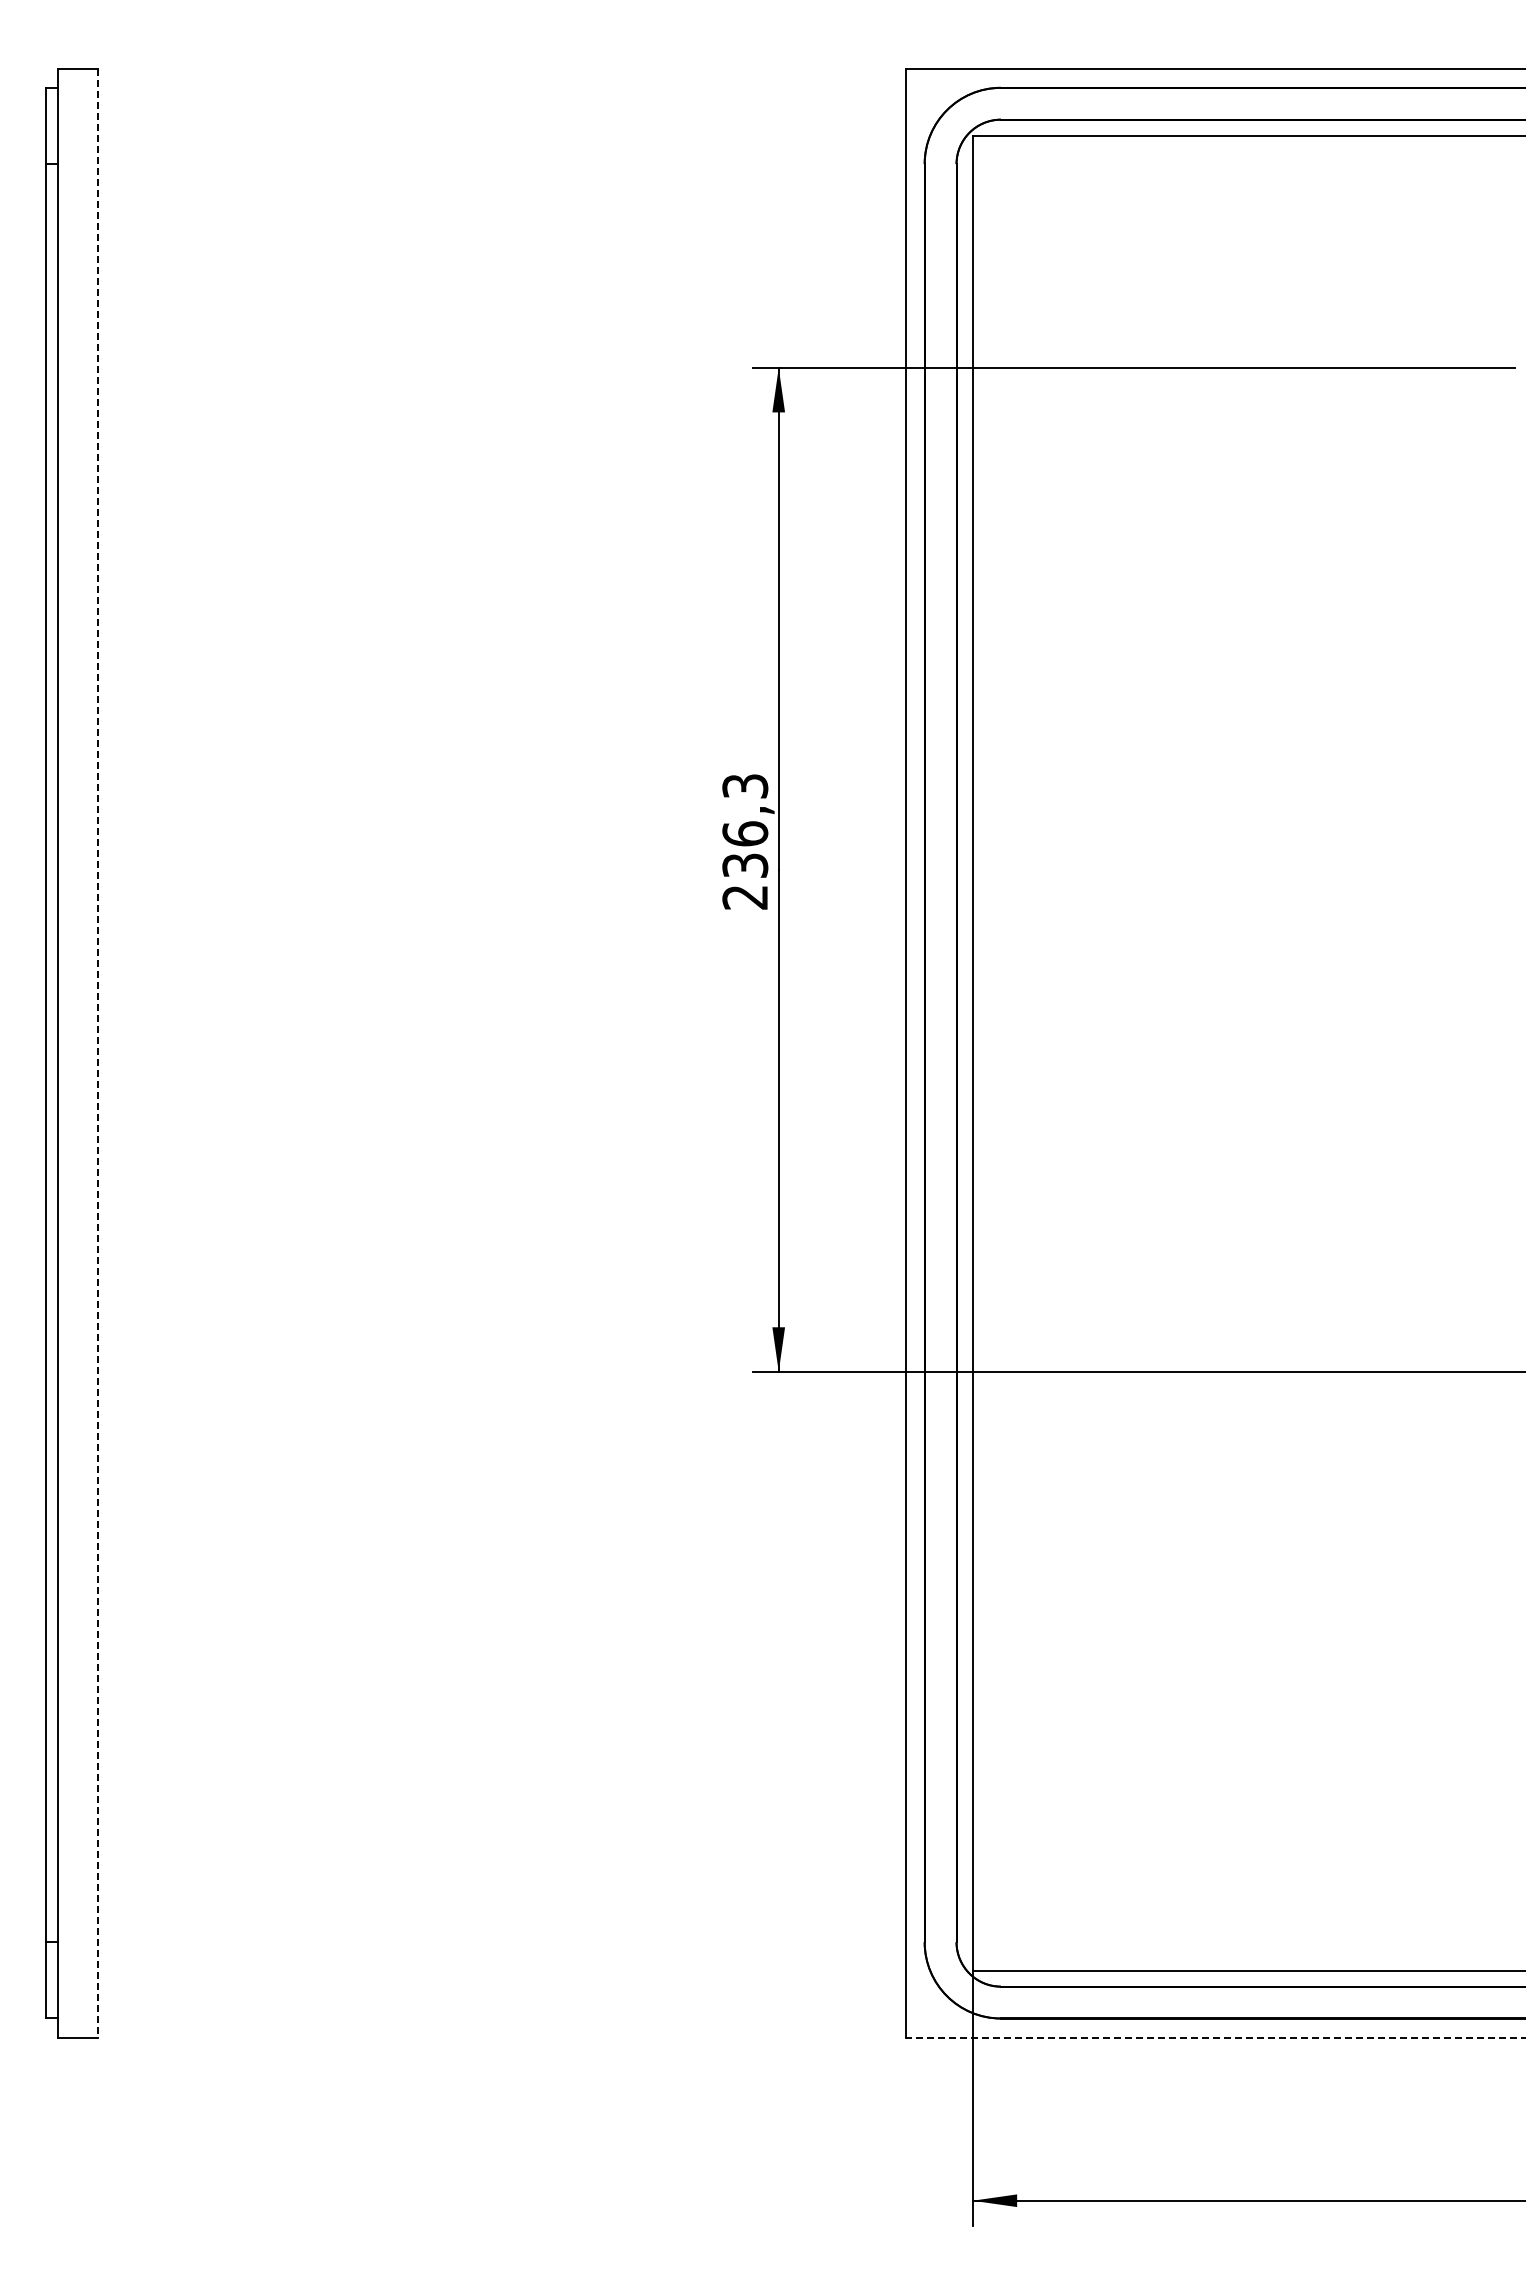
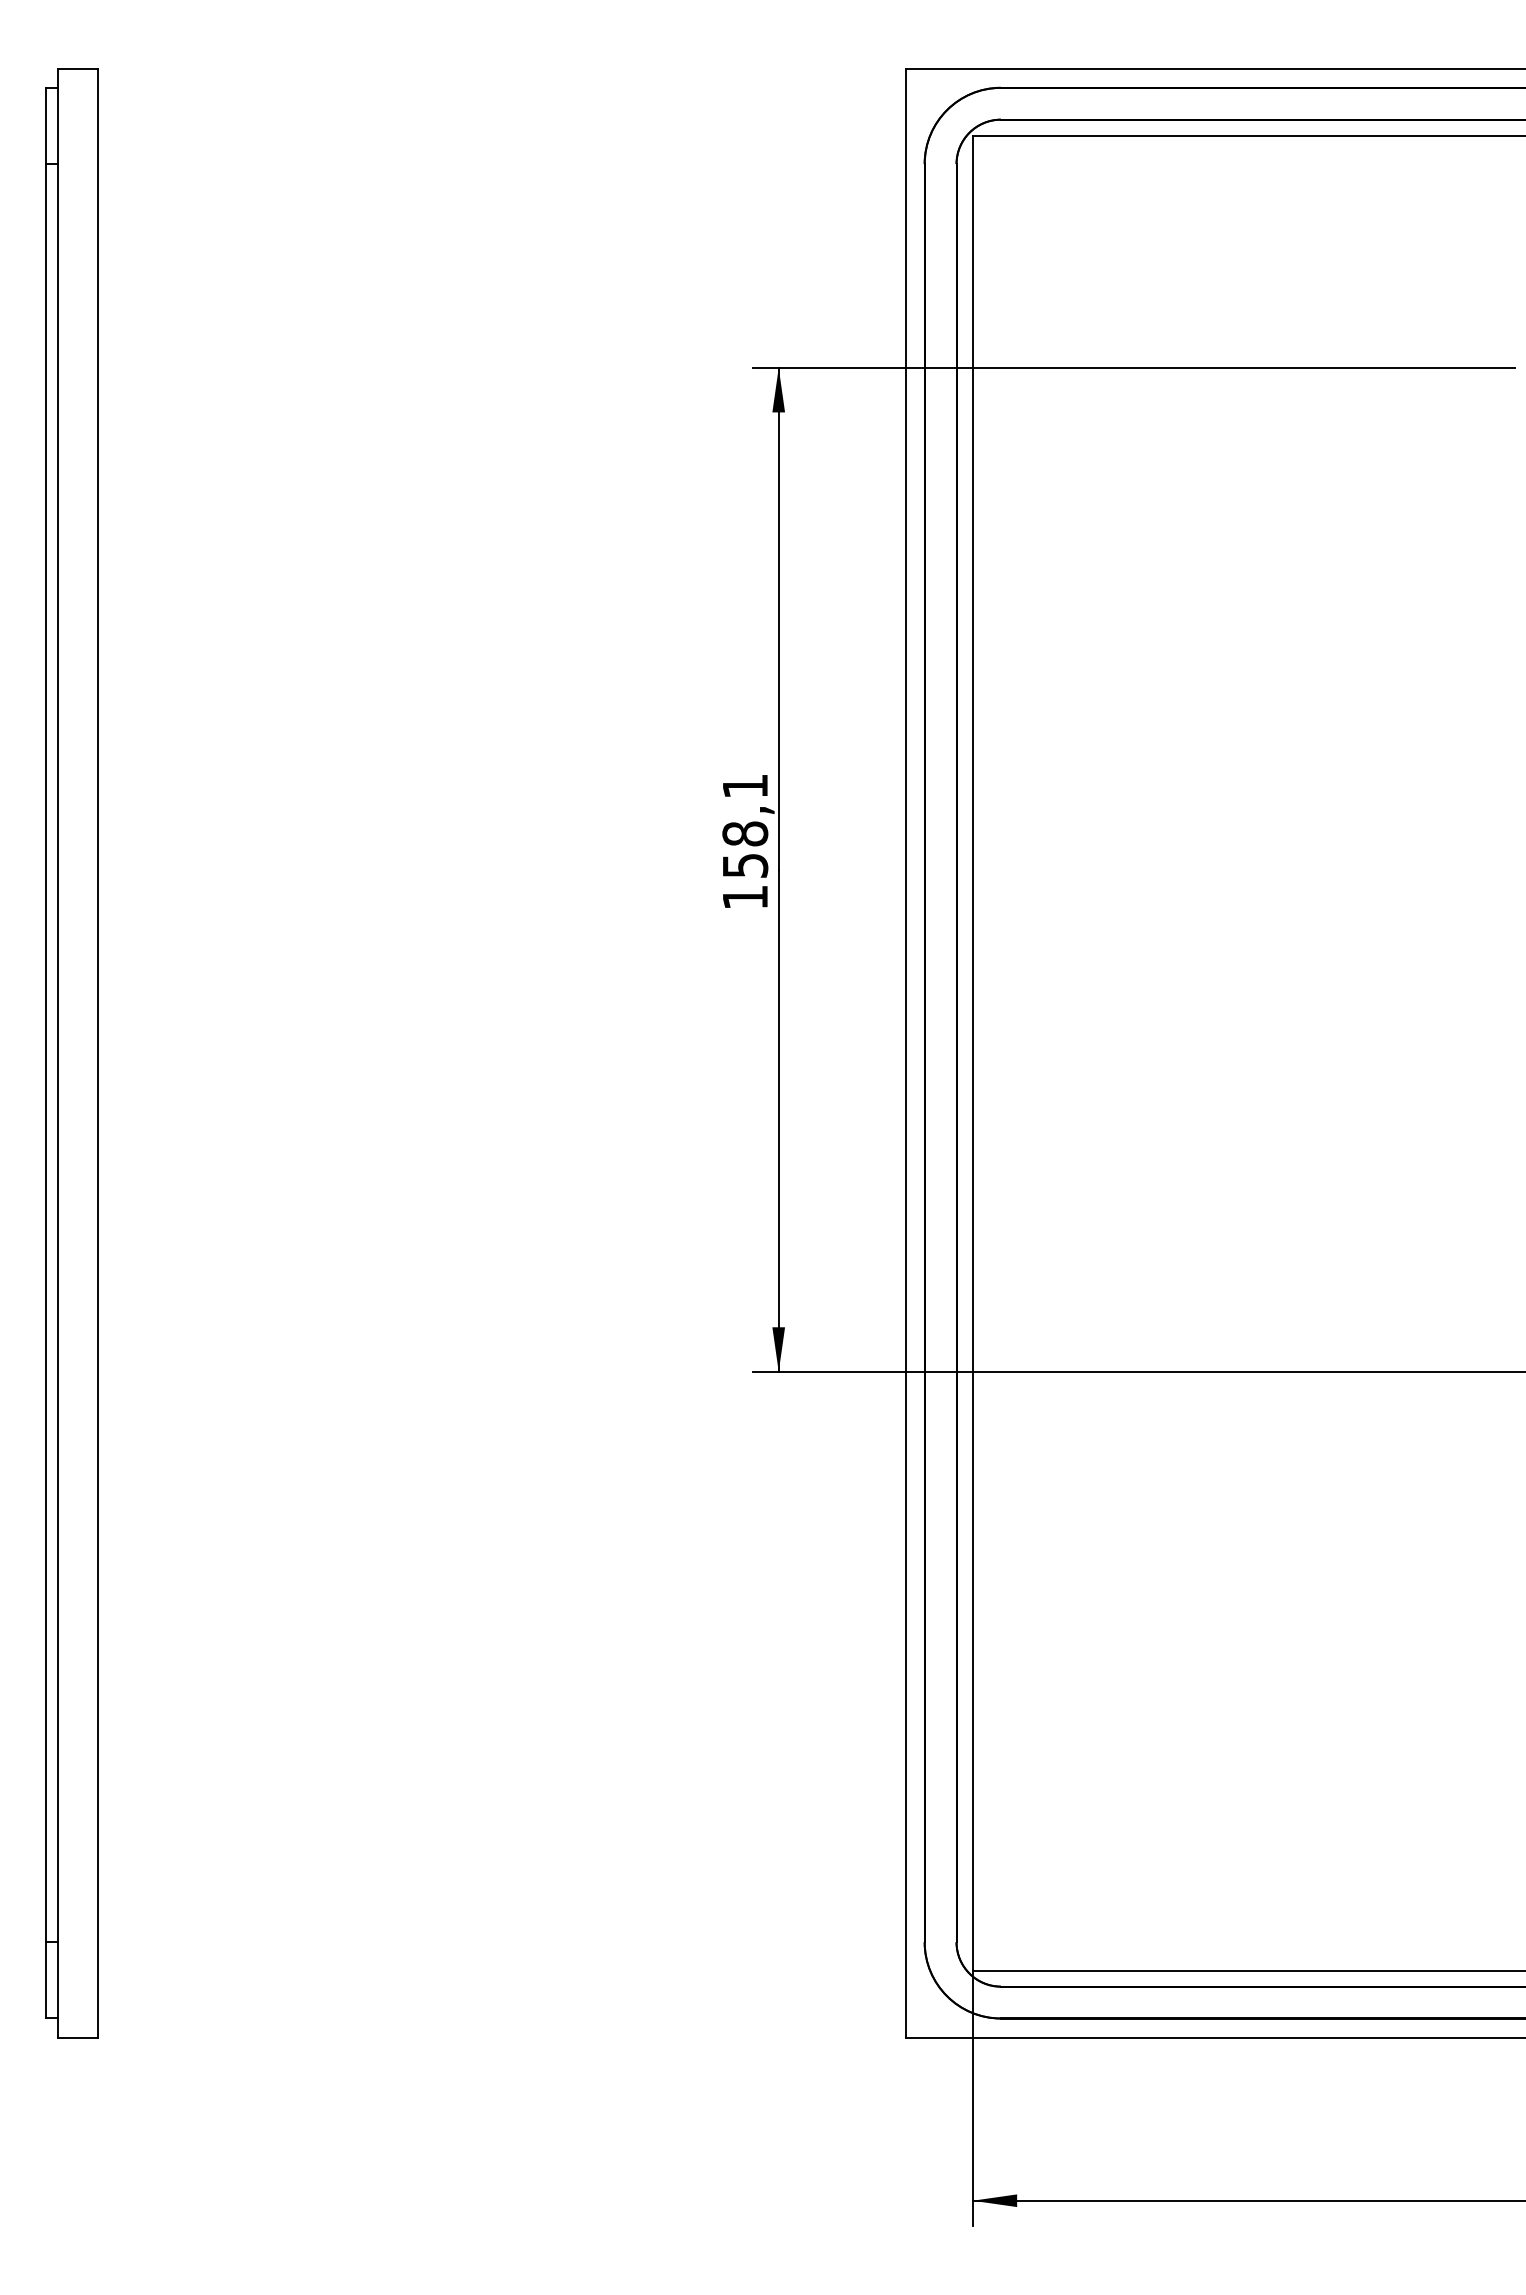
text at (745, 841): 236,3 -> 158,1
line at (97, 1053): dashed -> solid
line at (1215, 2037): dashed -> solid
